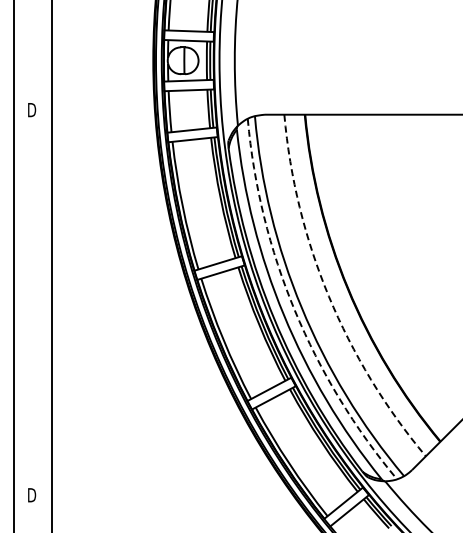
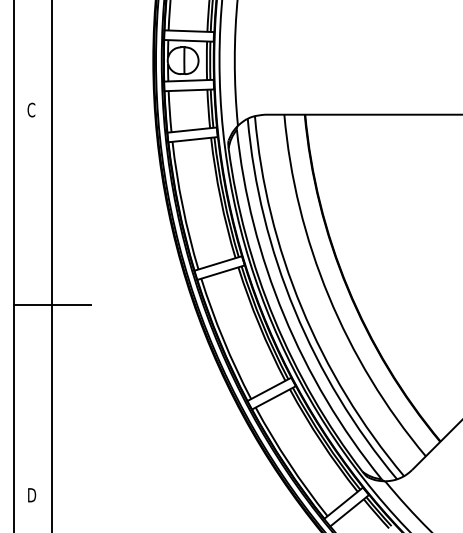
text at (31, 109): D -> C
arc at (328, 296): dashed -> solid
line at (51, 304): none -> present
arc at (294, 310): dashed -> solid
